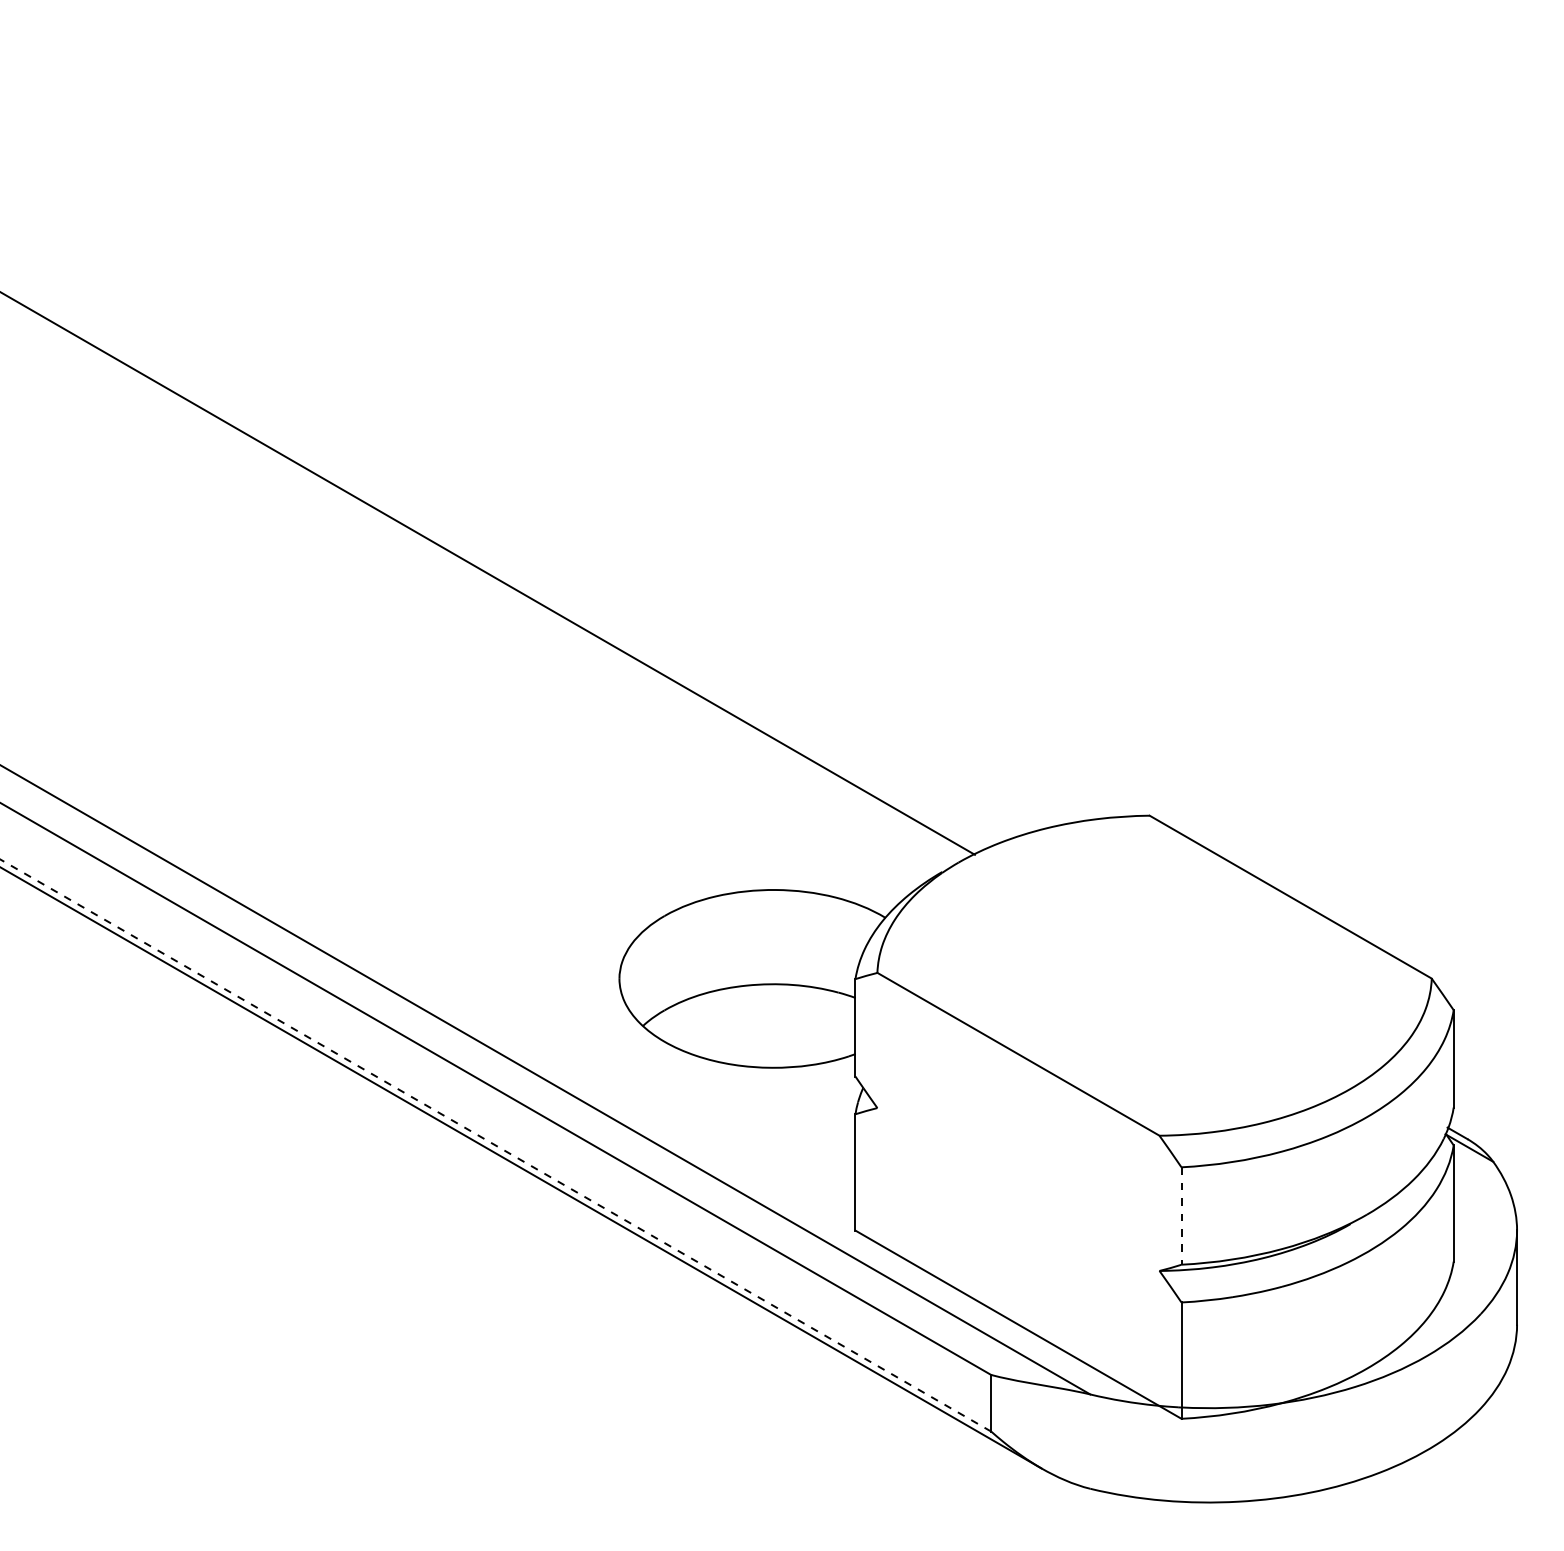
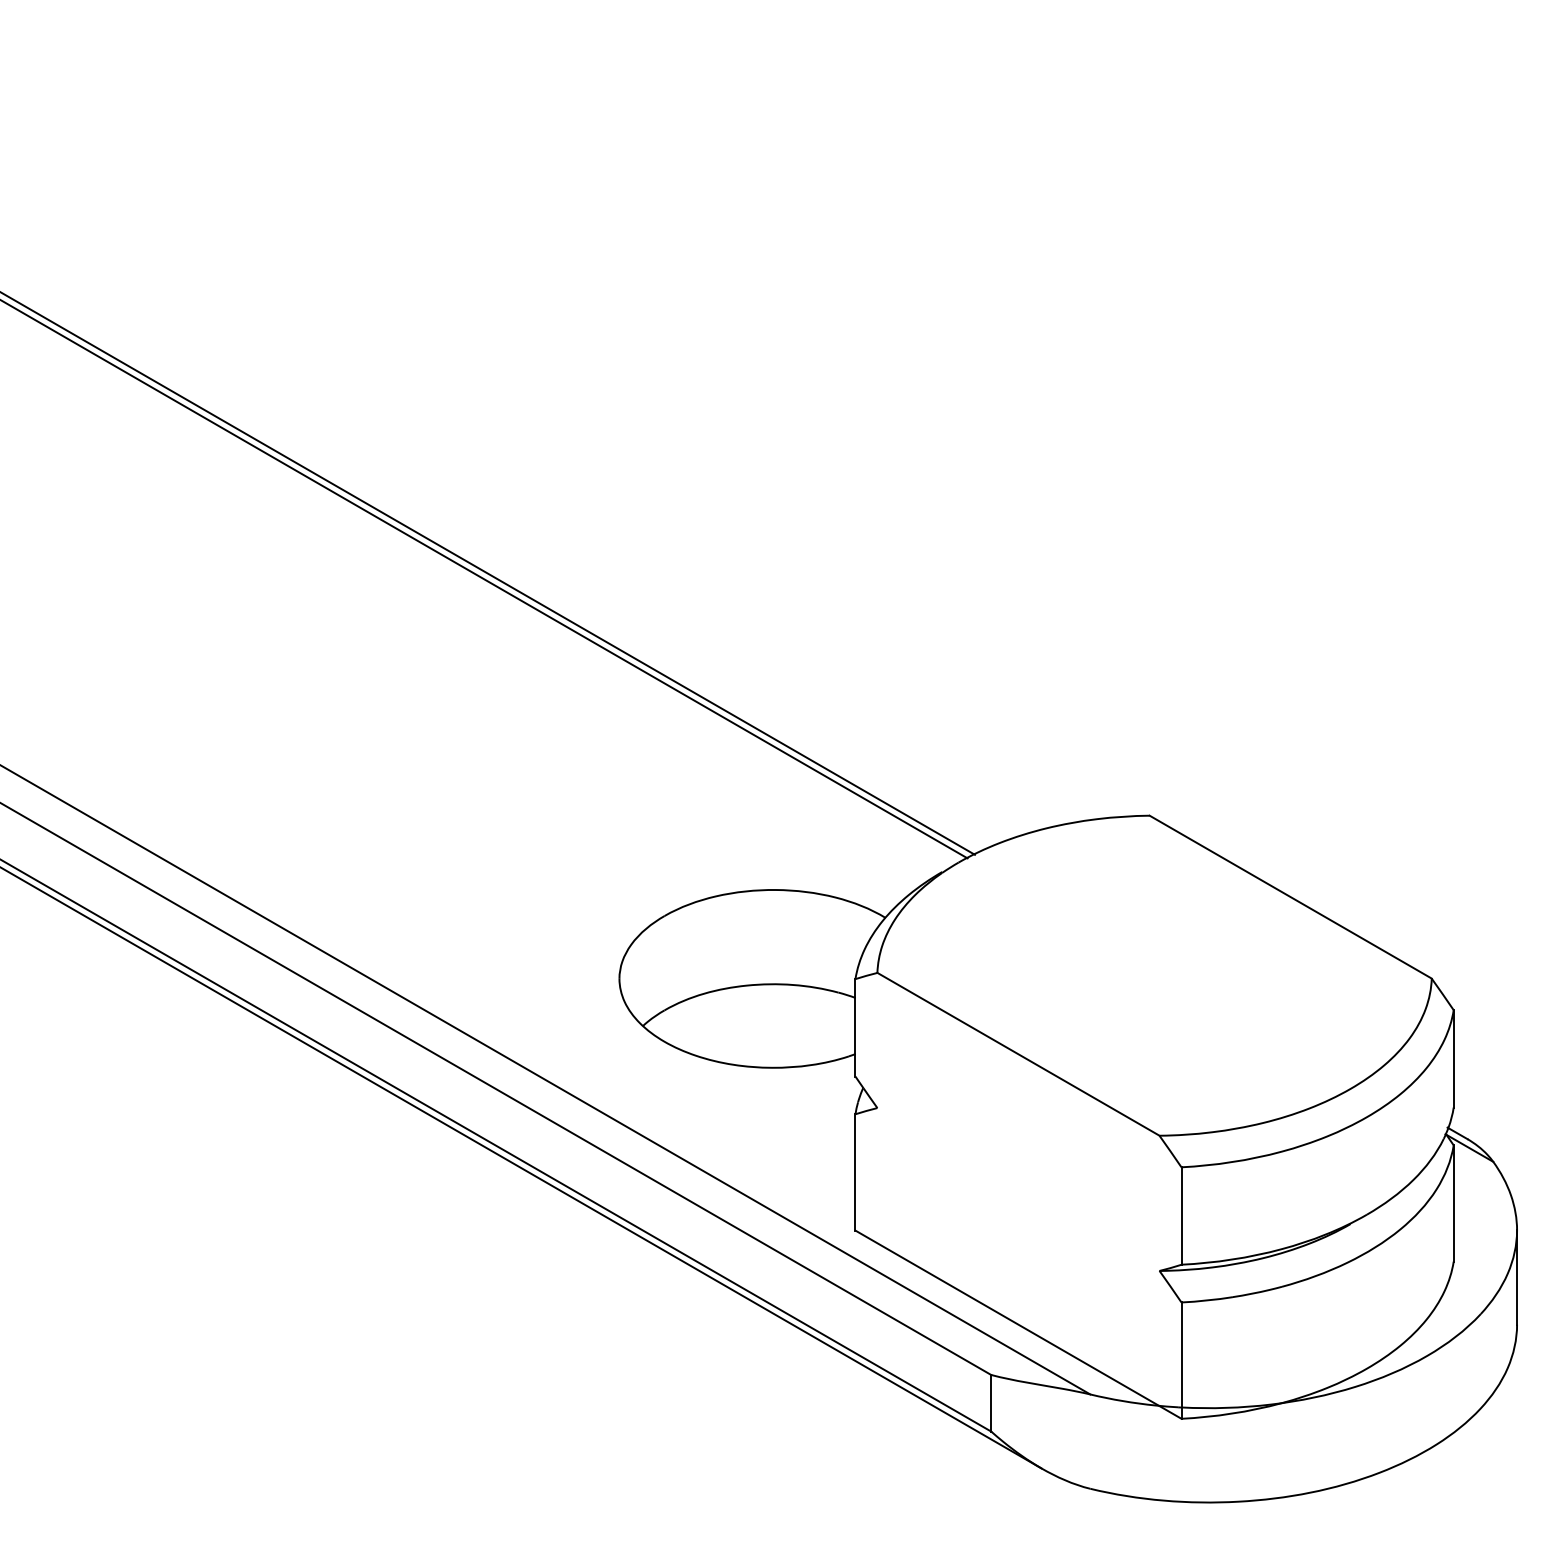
line at (484, 579): none -> present
line at (495, 1145): dashed -> solid
line at (1181, 1216): dashed -> solid
